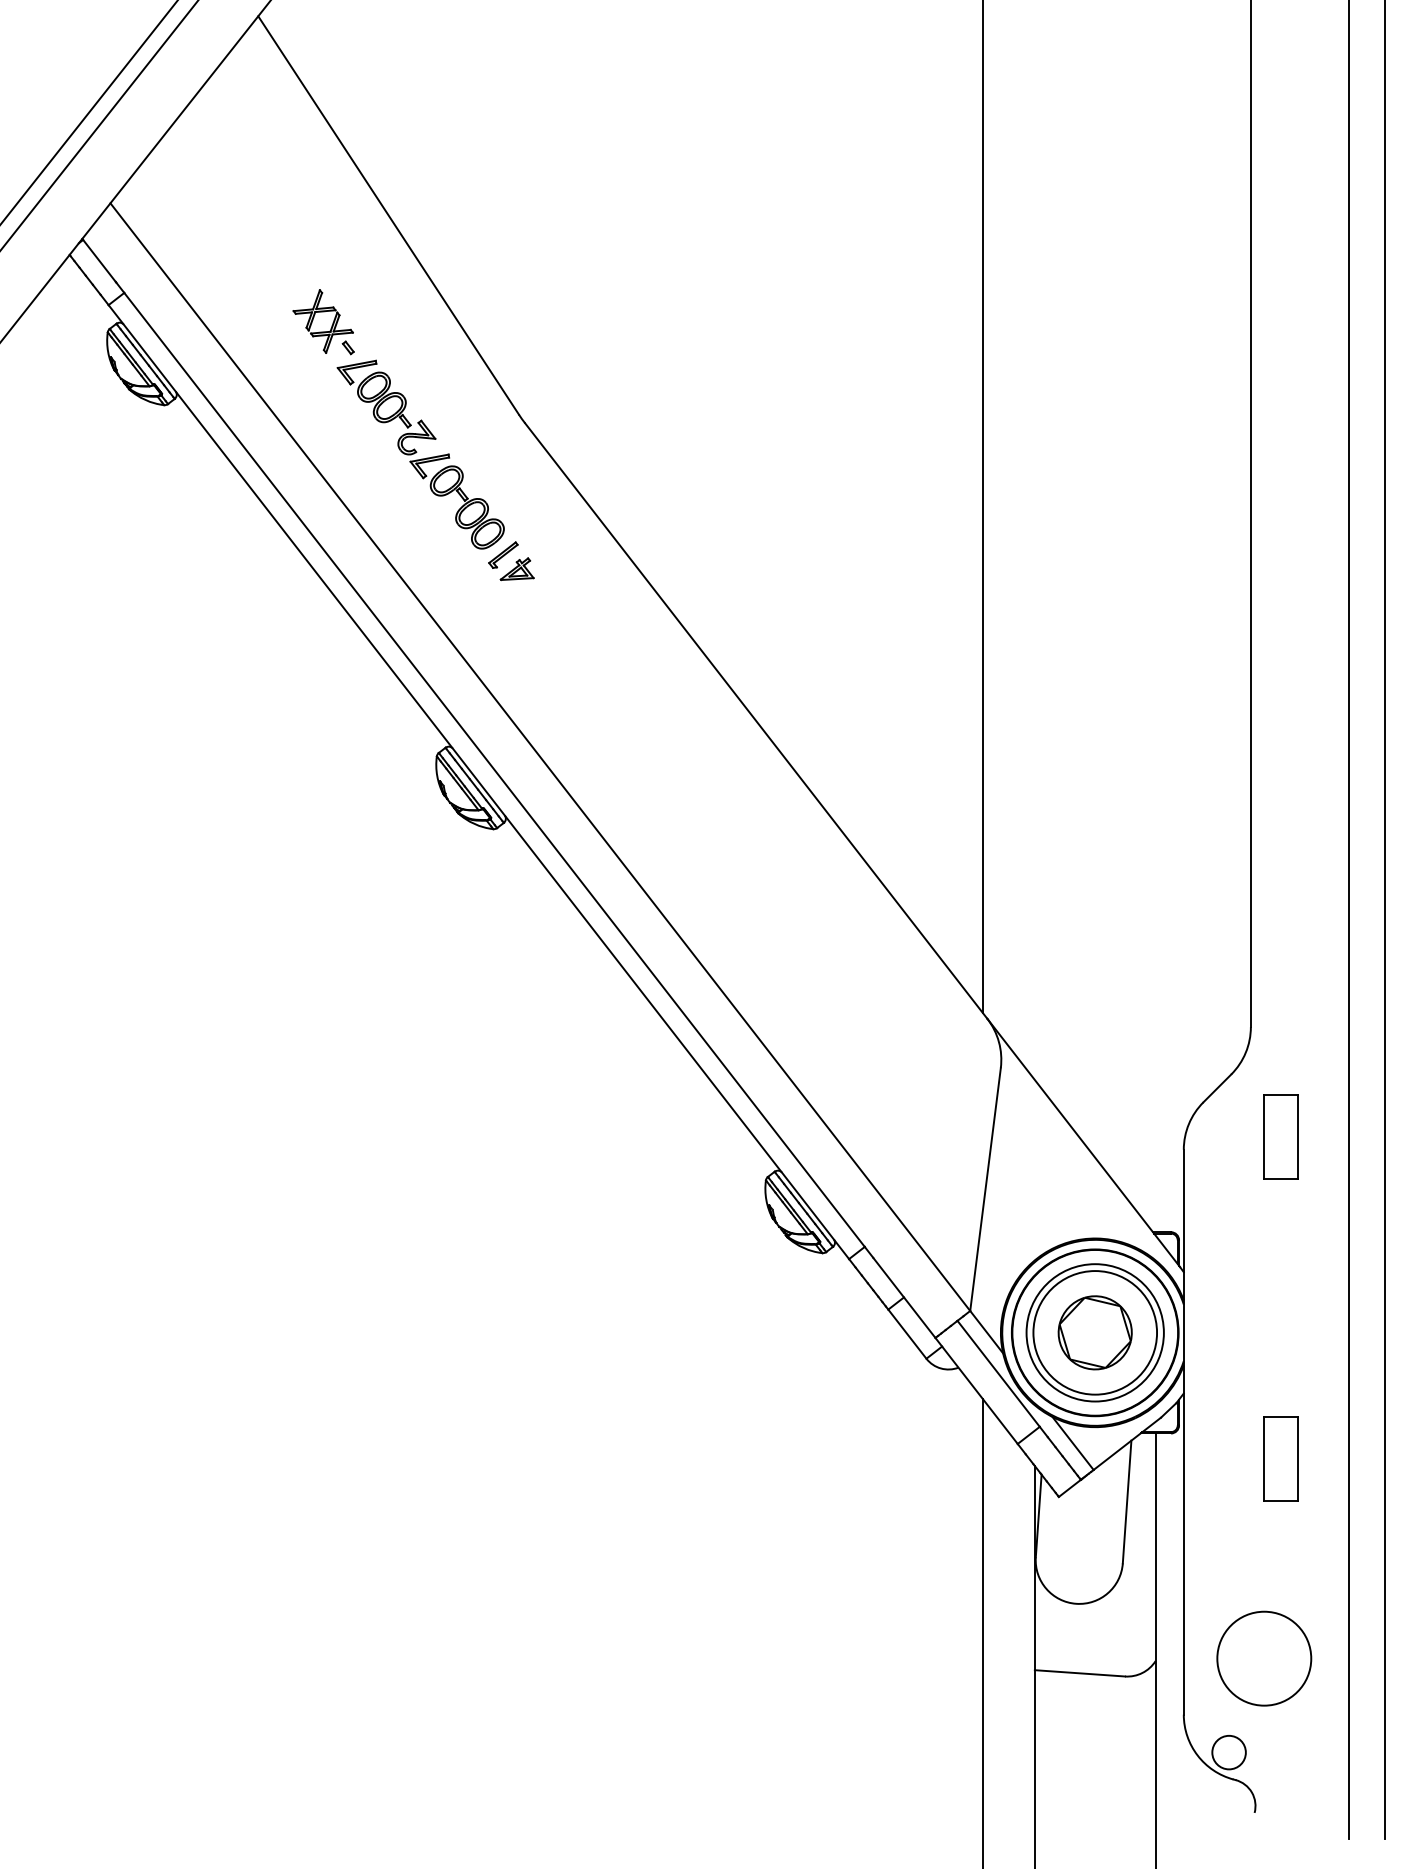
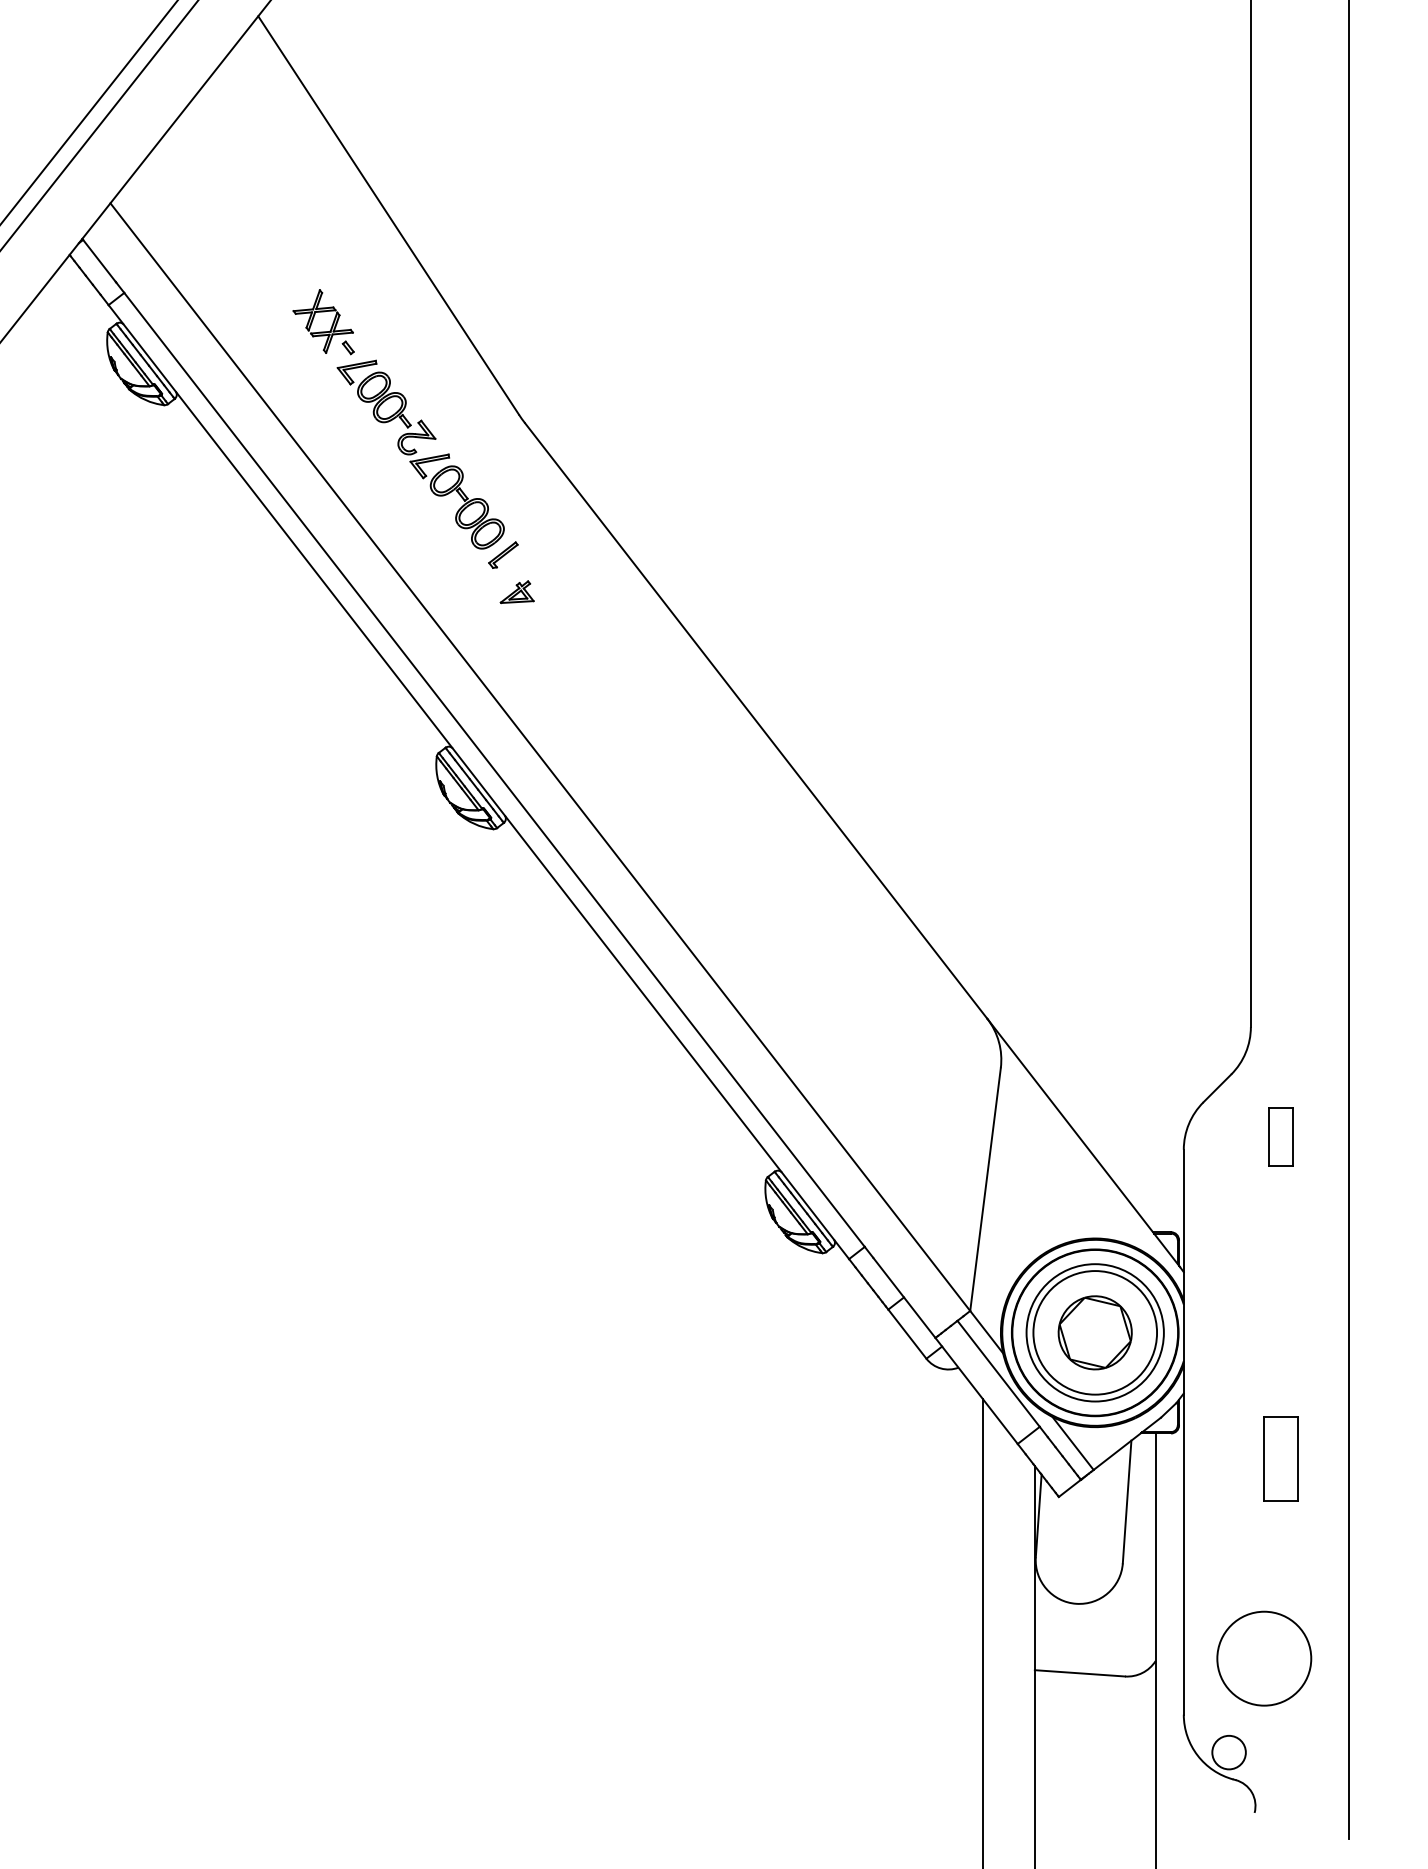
line at (982, 507): present -> none
part at (516, 569) position: (516, 569) -> (516, 592)
line at (1385, 920): present -> none
part at (1280, 1136) size: 36x86 px -> 26x60 px
